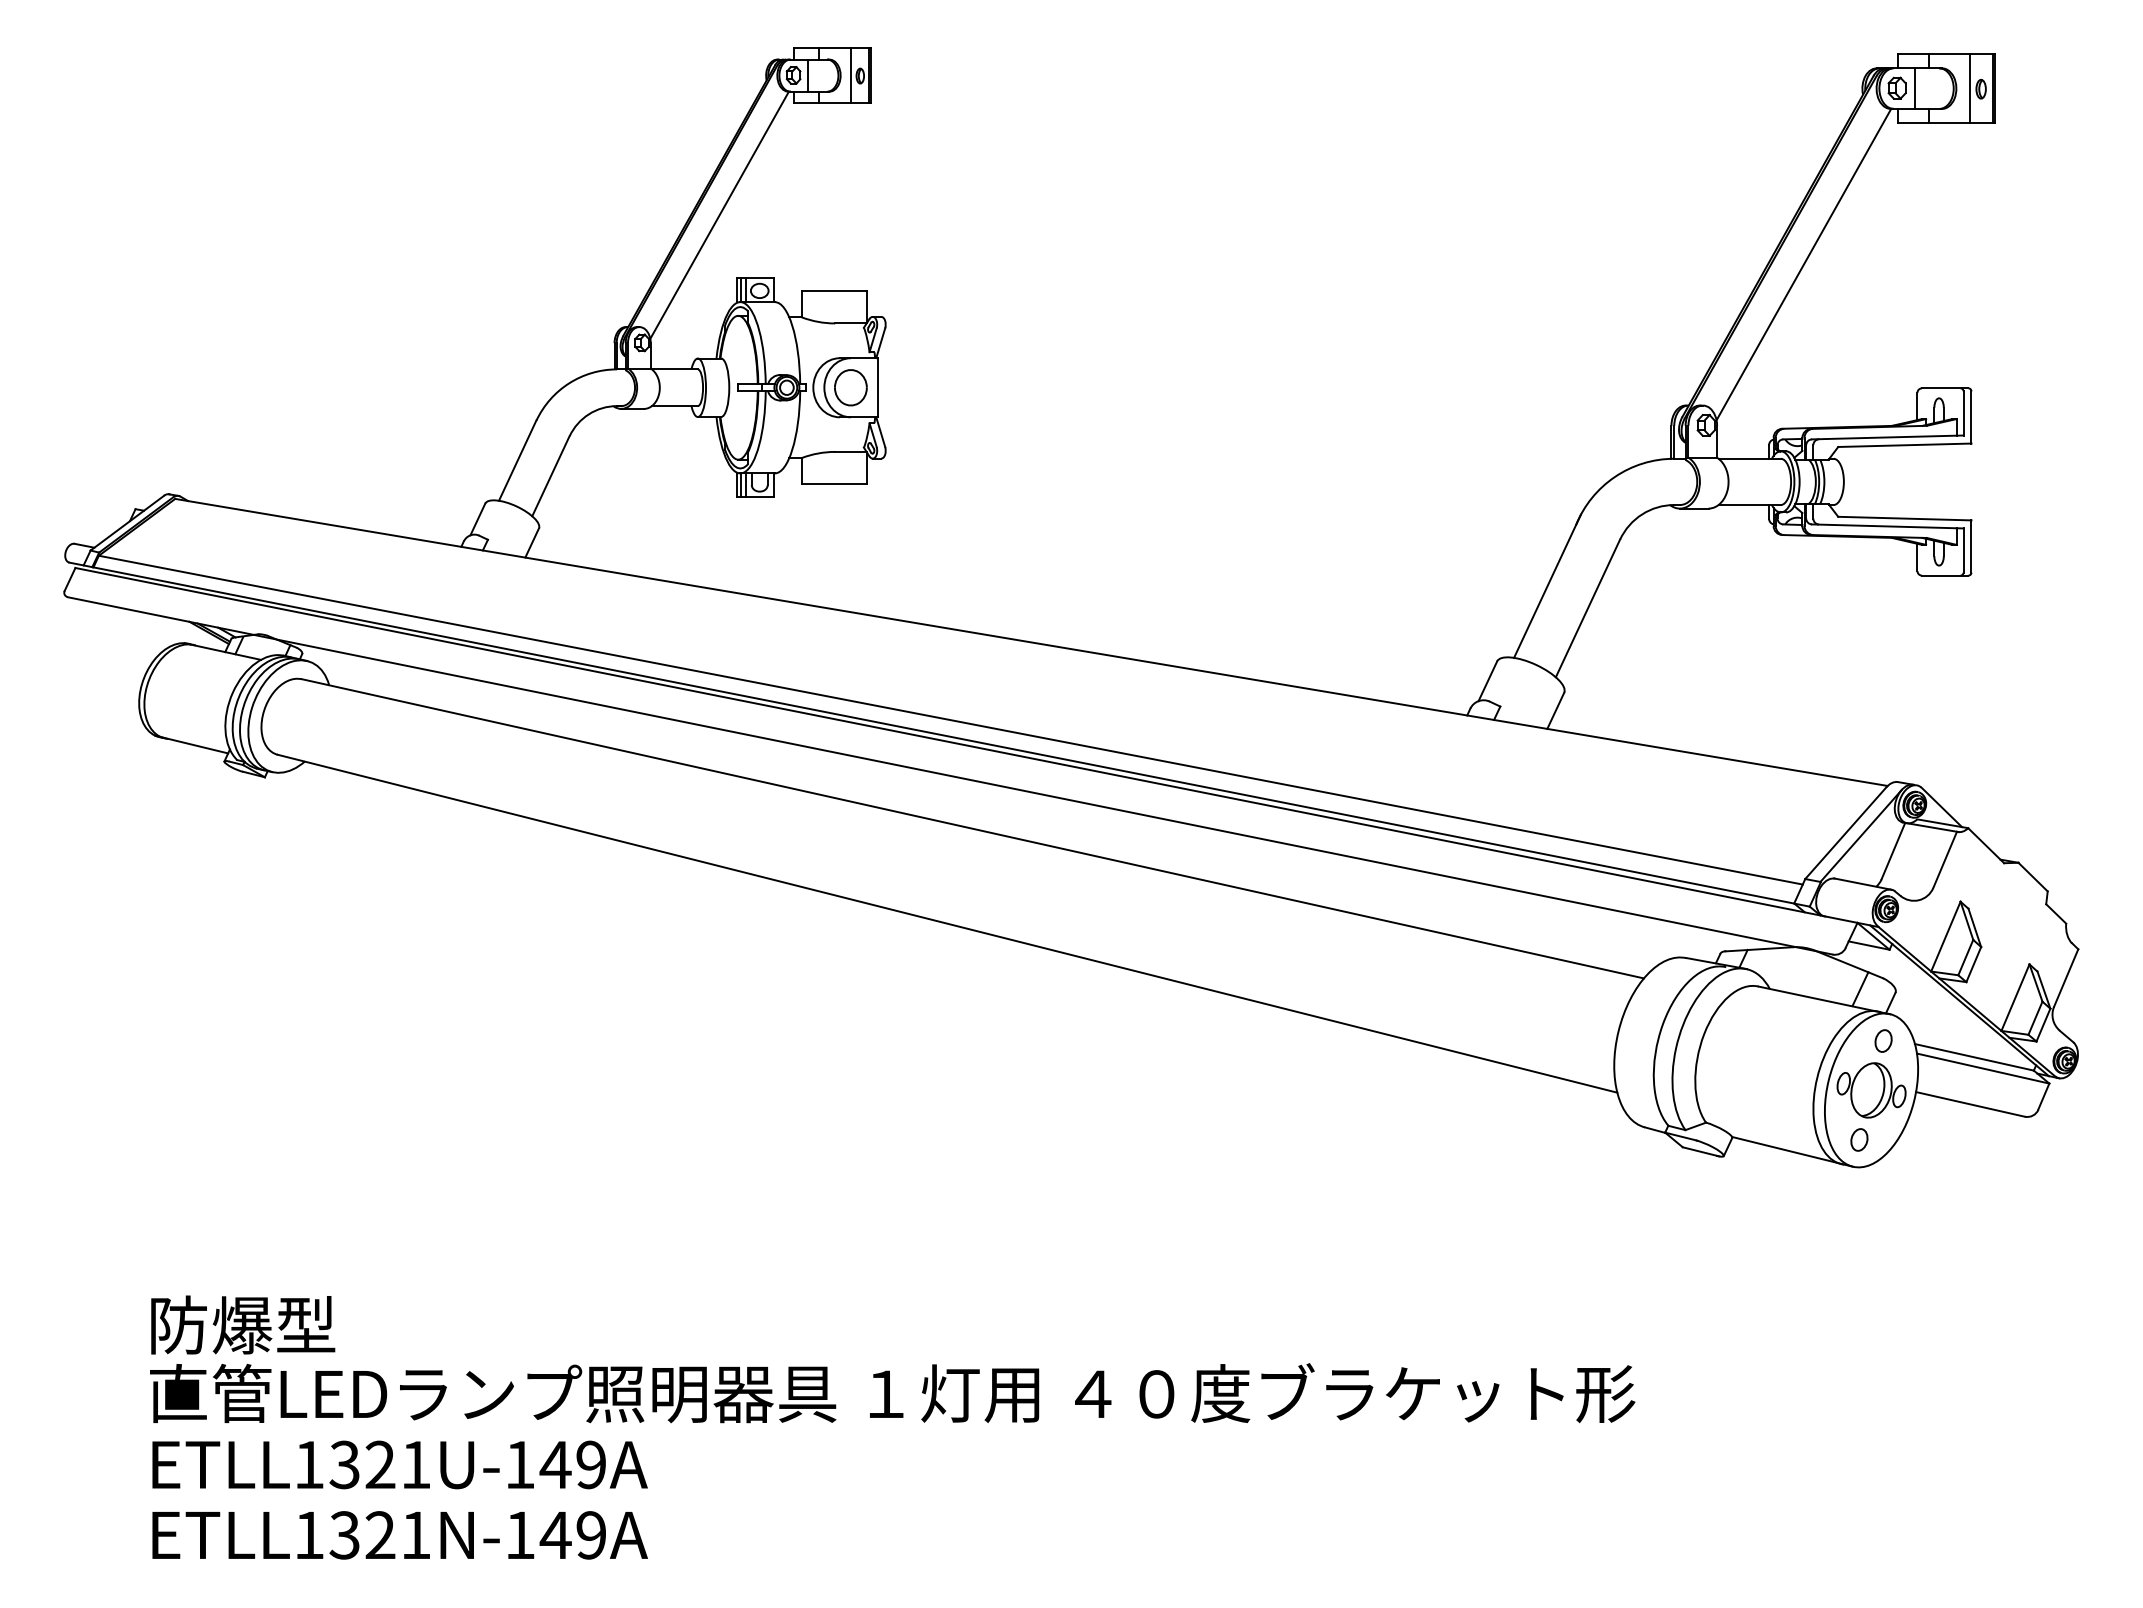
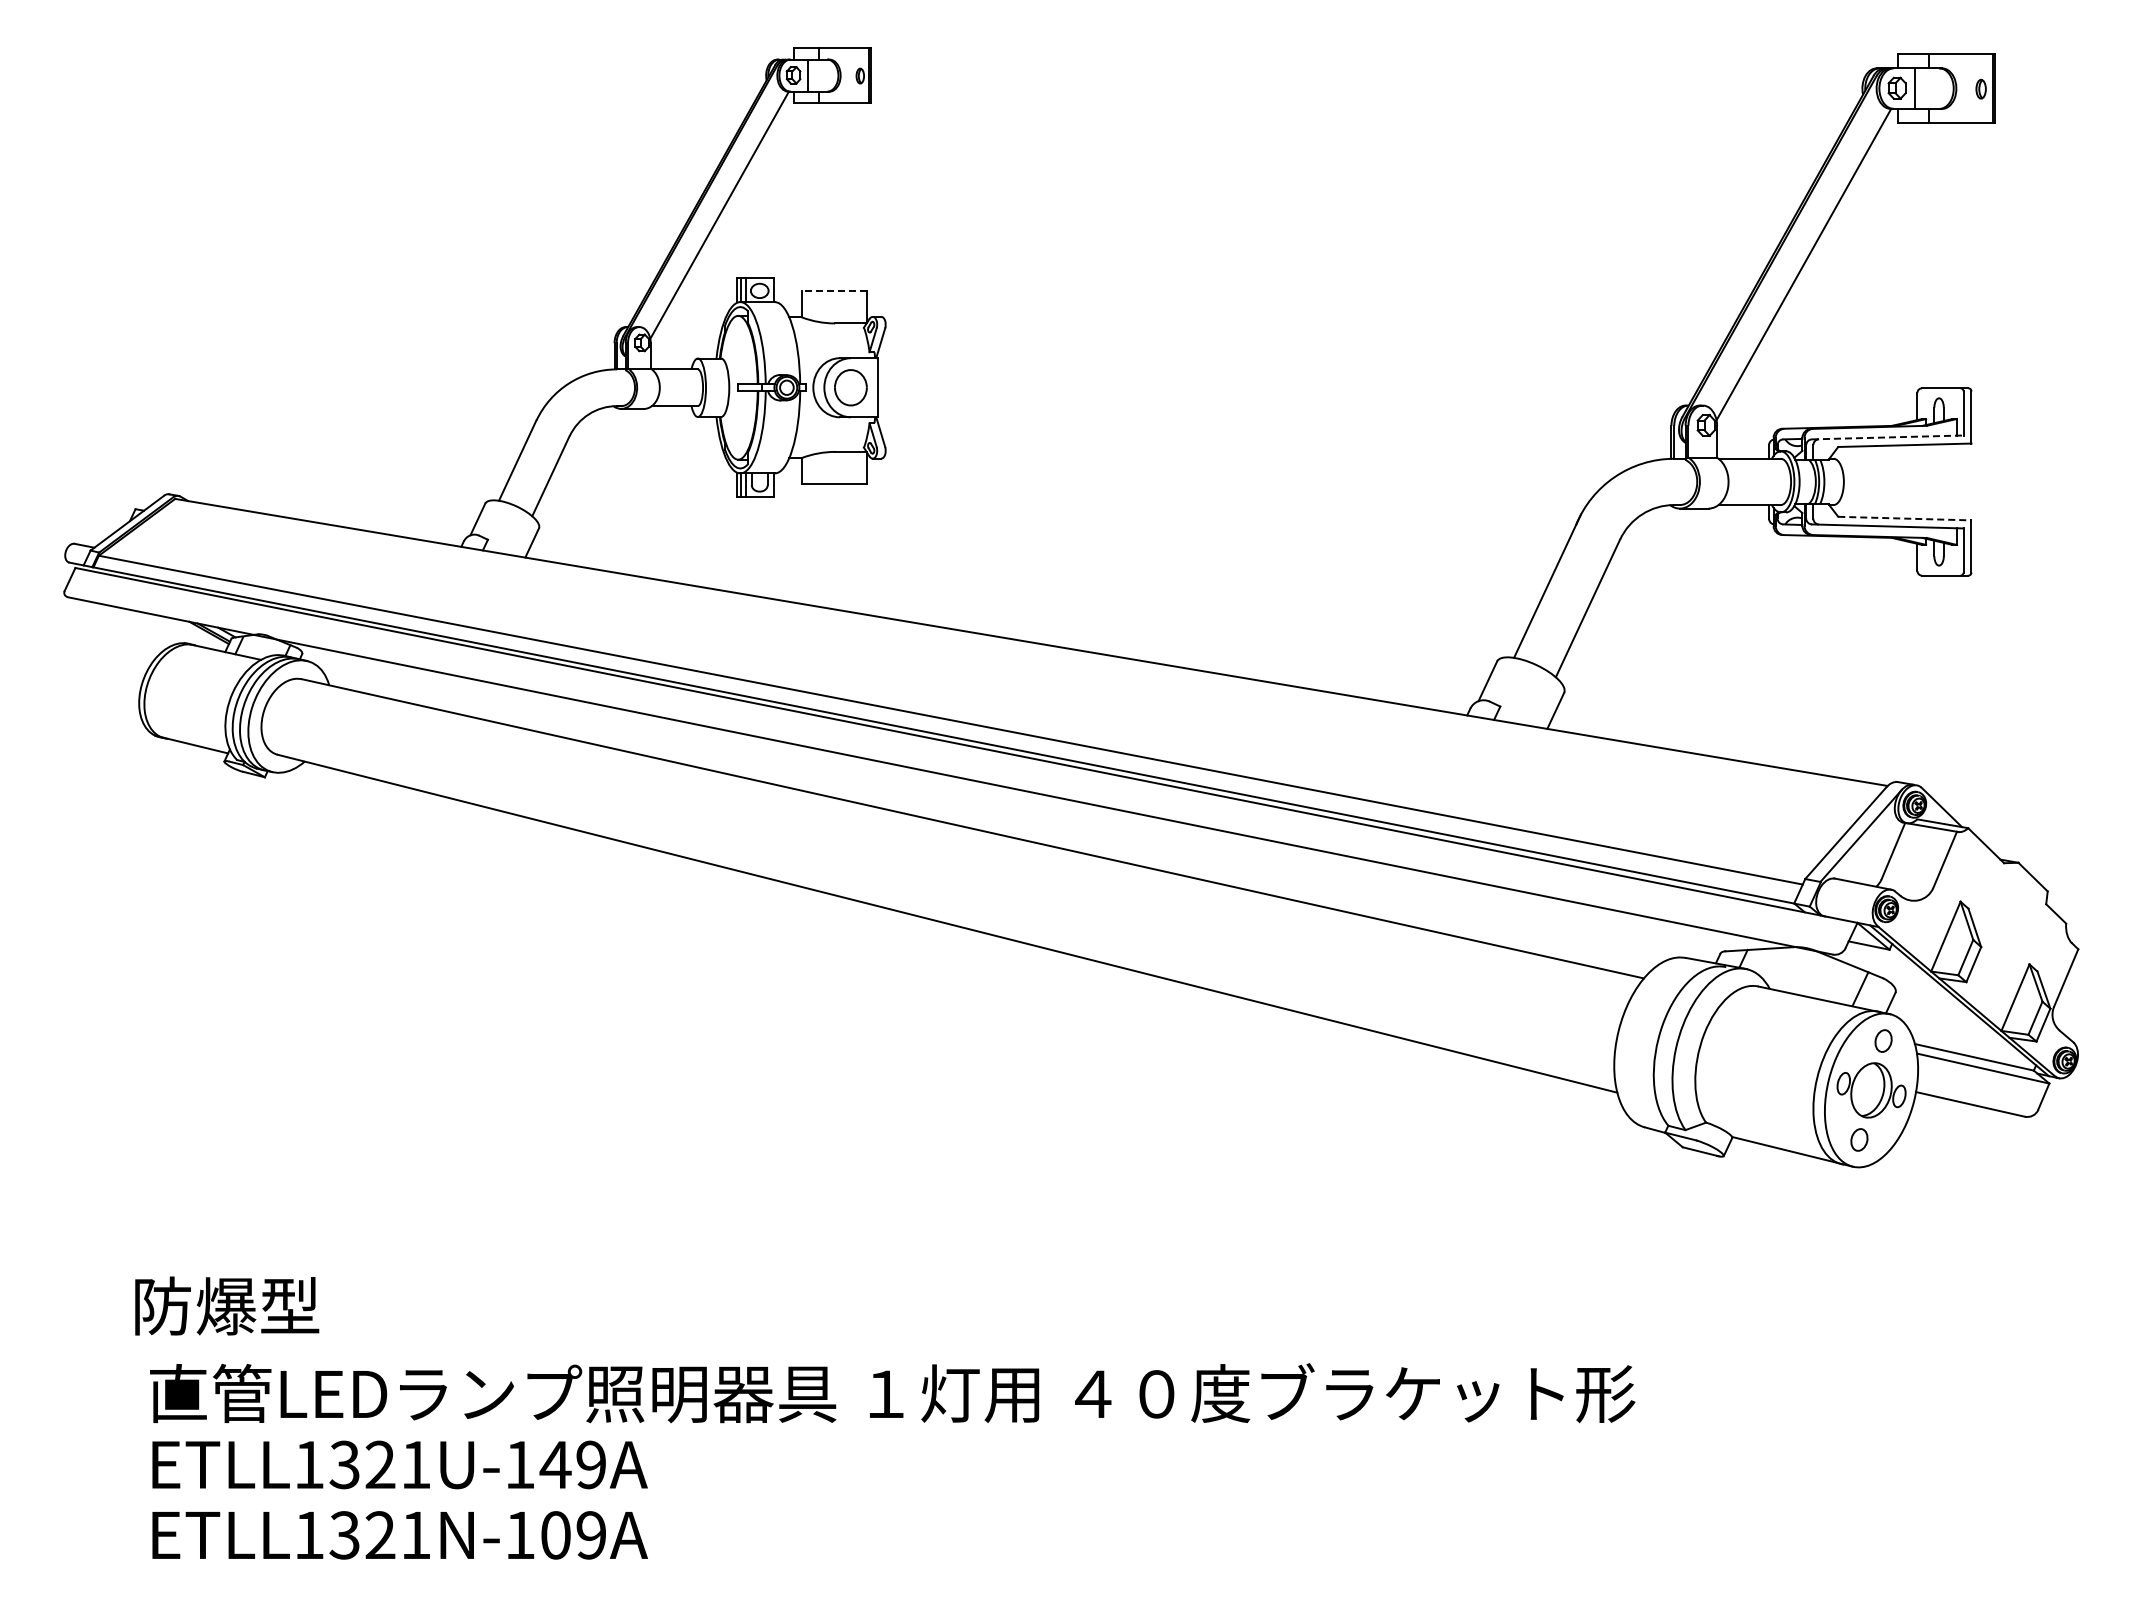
line at (851, 75): present -> none
line at (1969, 88): present -> none
line at (834, 290): solid -> dashed
line at (1887, 437): solid -> dashed
line at (1904, 518): solid -> dashed
text at (243, 1324) position: (243, 1324) -> (227, 1305)
text at (555, 1535): ETLL1321N-149A -> ETLL1321N-109A
